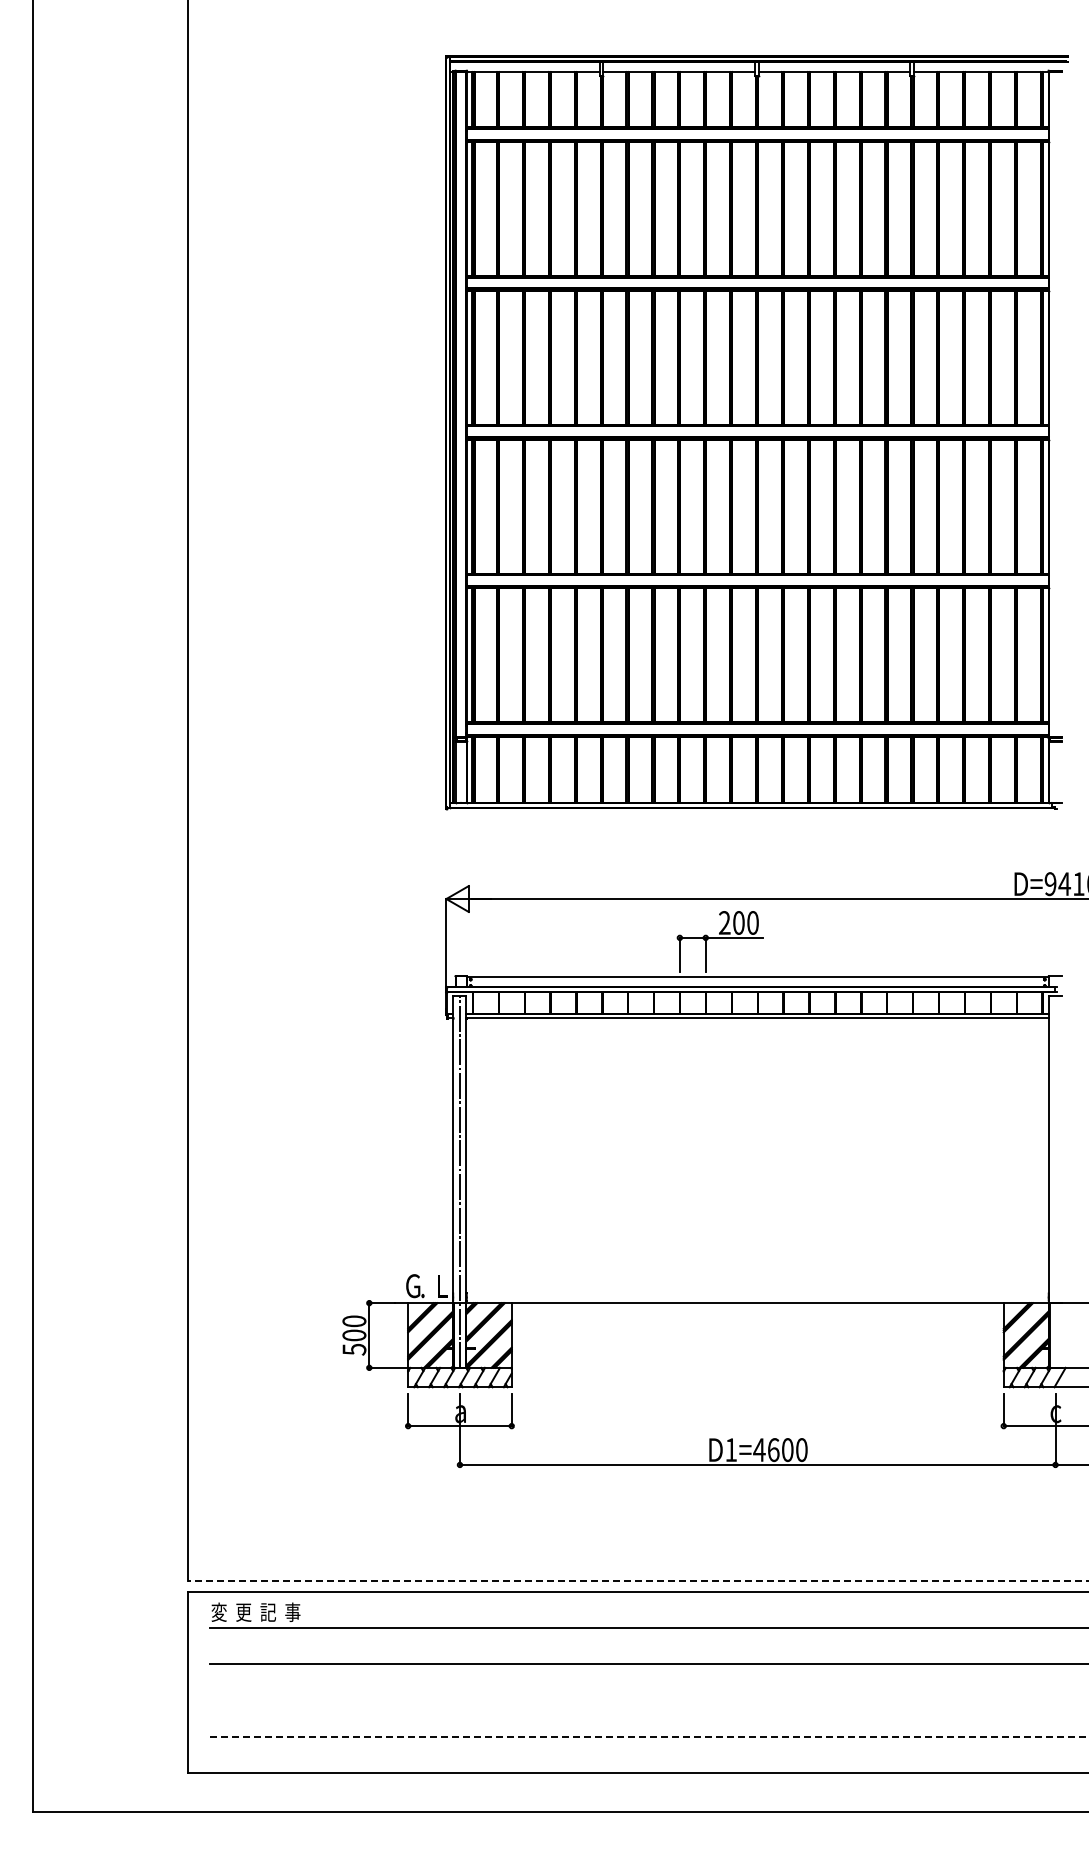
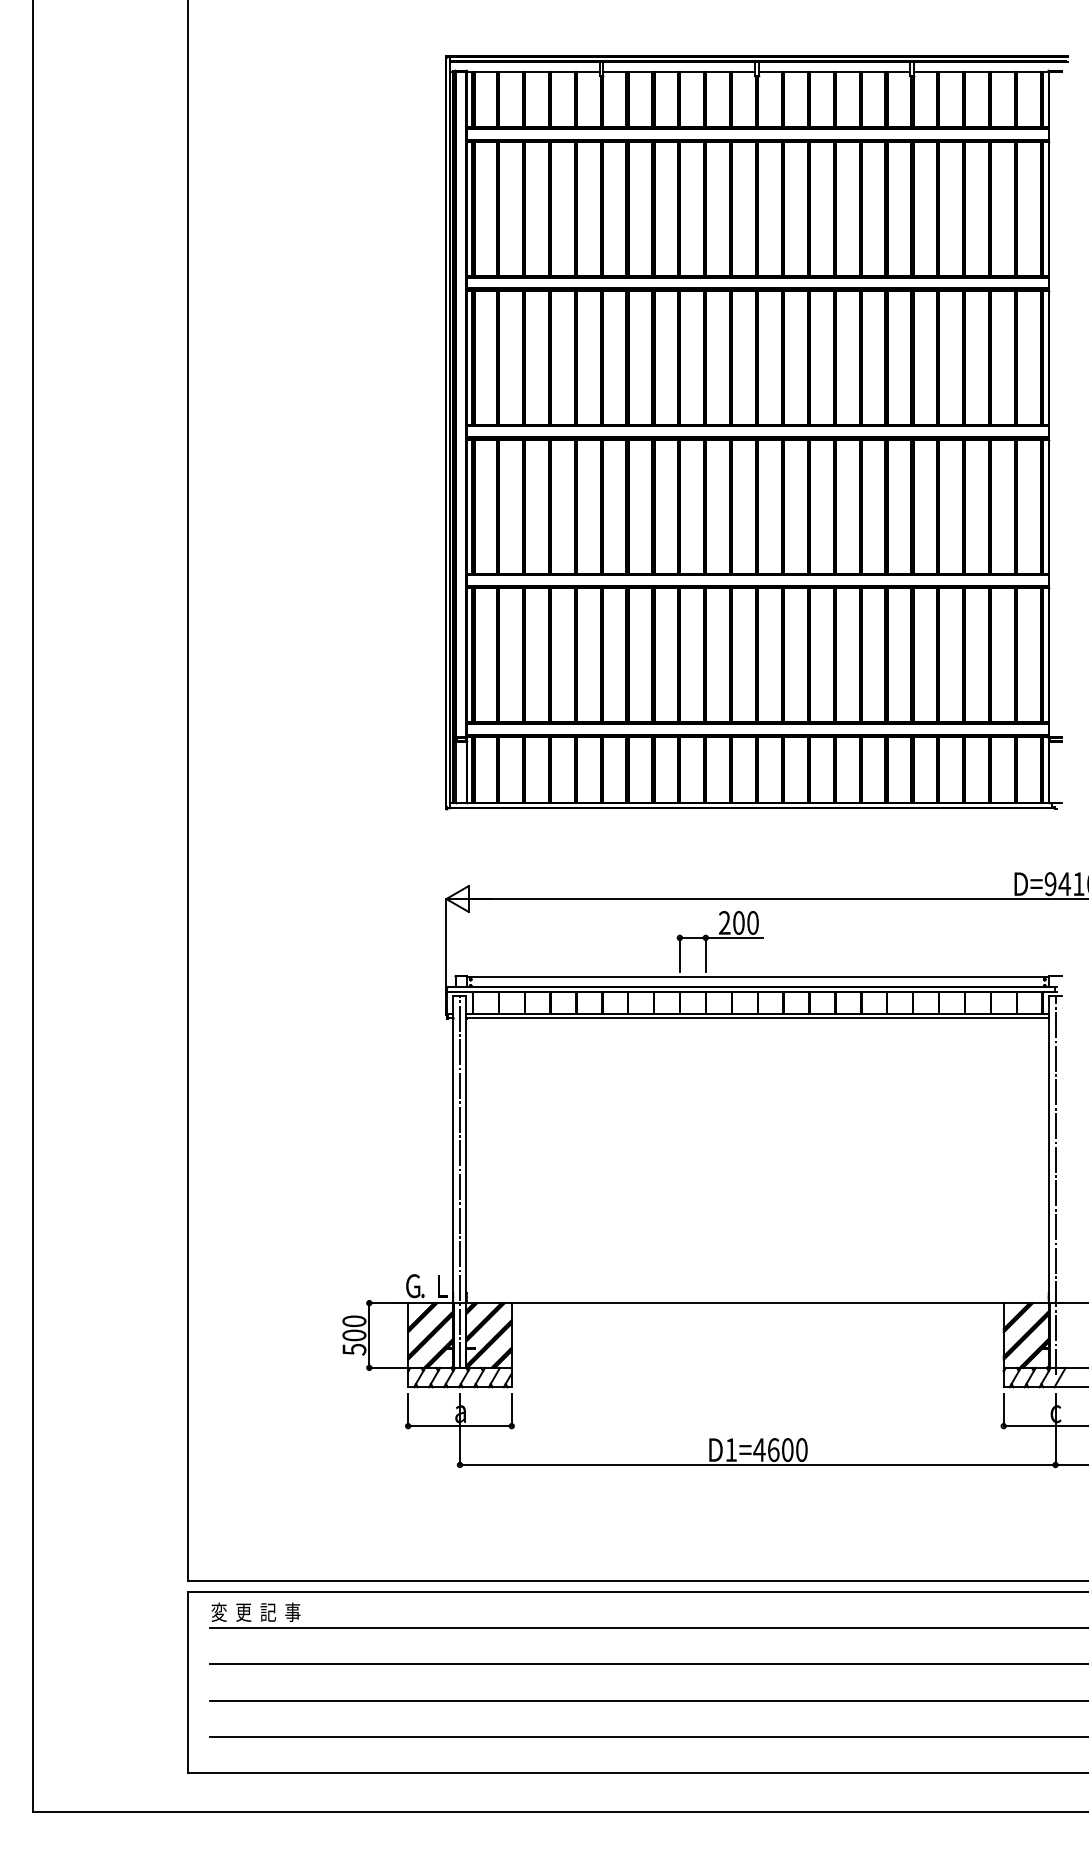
line at (1055, 1184): none -> present
line at (638, 1581): dashed -> solid
line at (647, 1700): none -> present
line at (649, 1736): dashed -> solid
